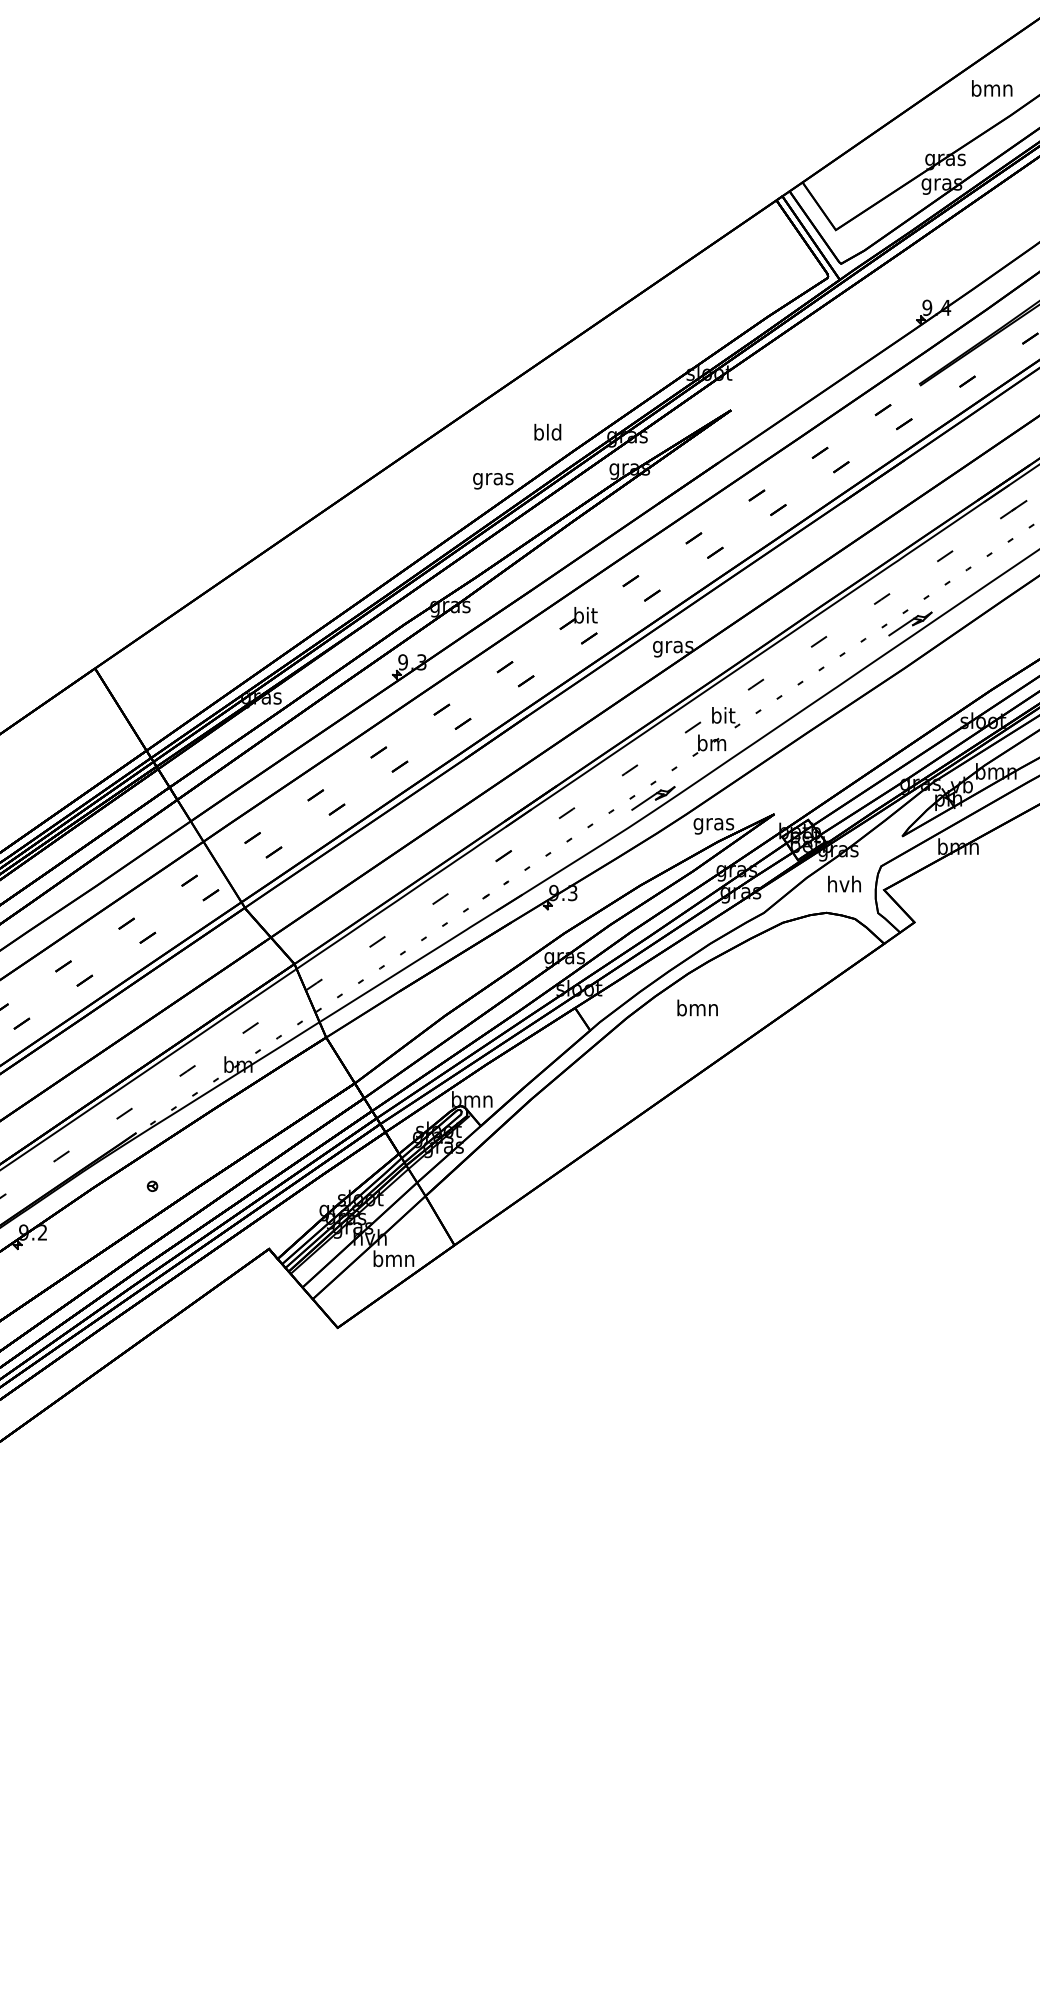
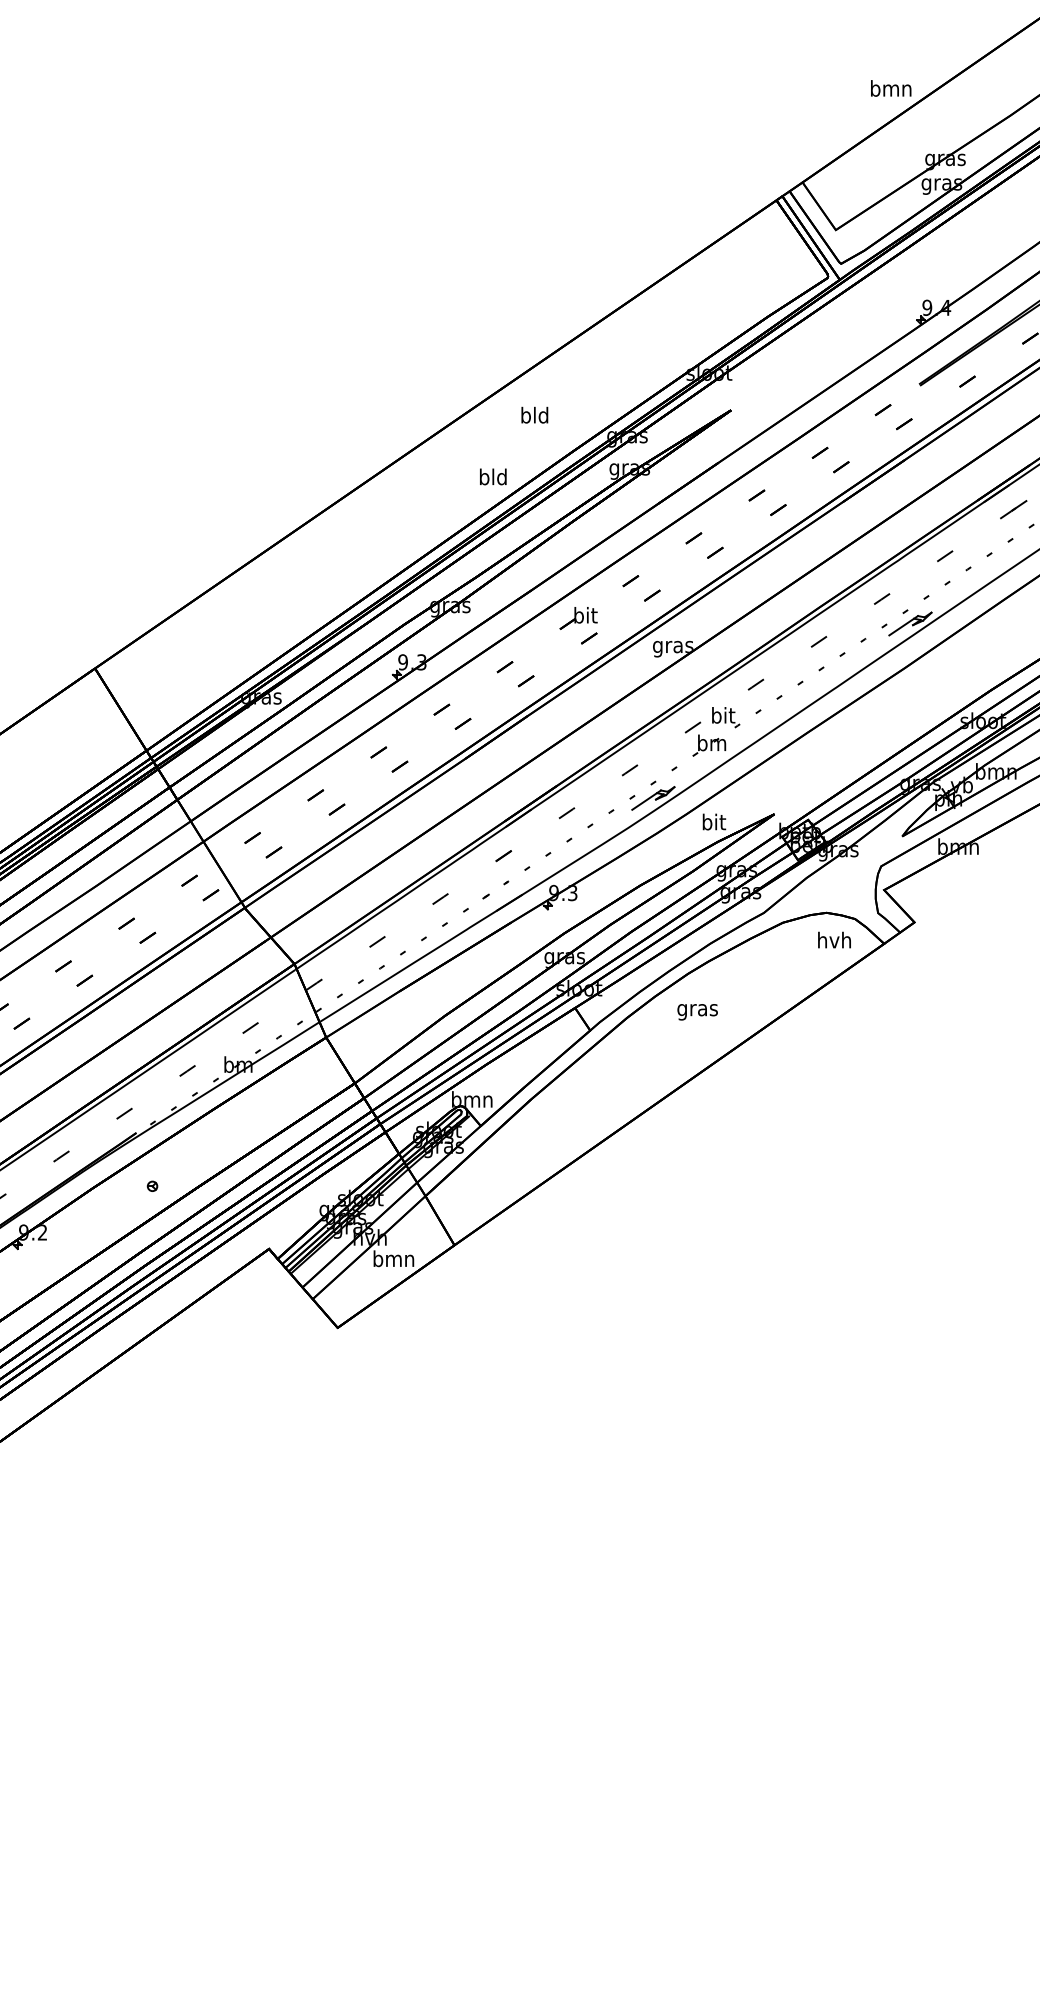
text at (992, 88) position: (992, 88) -> (891, 88)
text at (547, 431) position: (547, 431) -> (534, 414)
text at (493, 478): gras -> bld
text at (713, 823): gras -> bit
text at (844, 883) position: (844, 883) -> (834, 939)
text at (697, 1009): bmn -> gras
